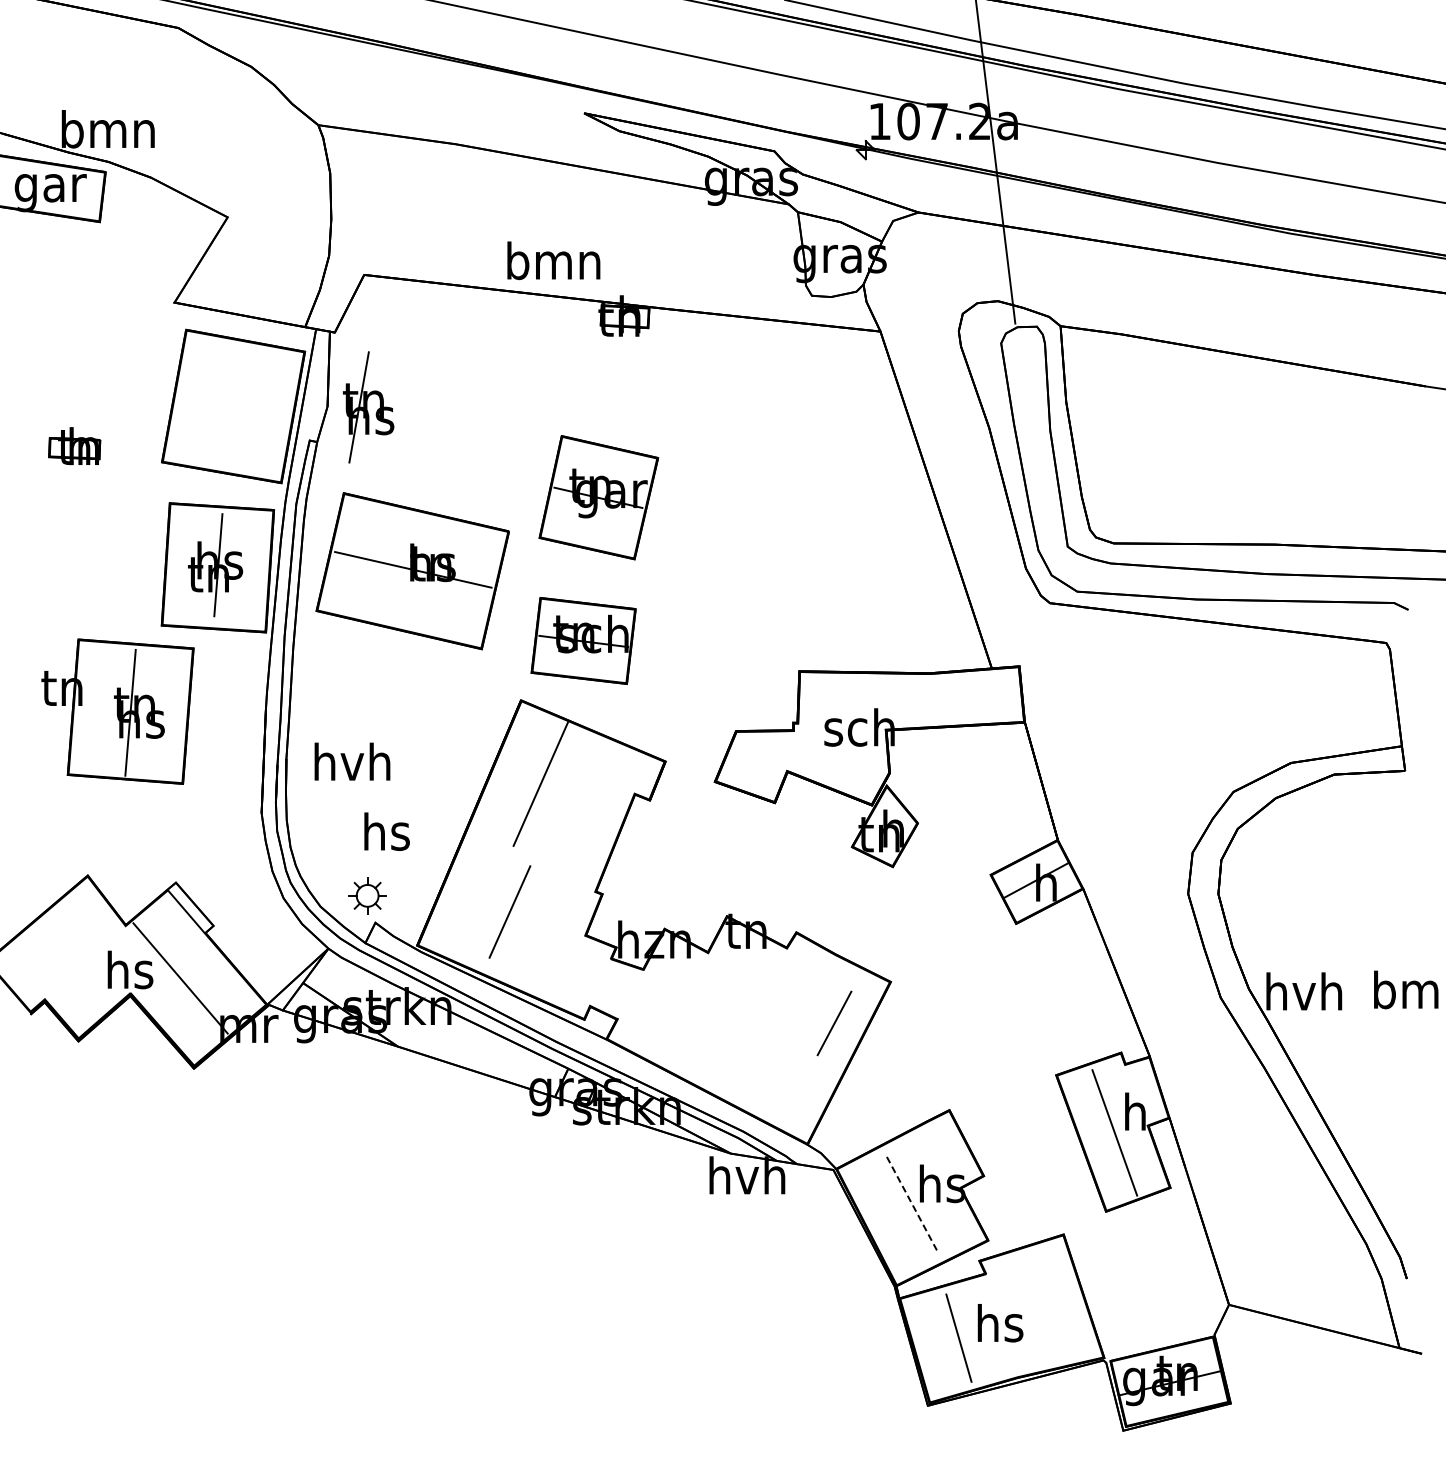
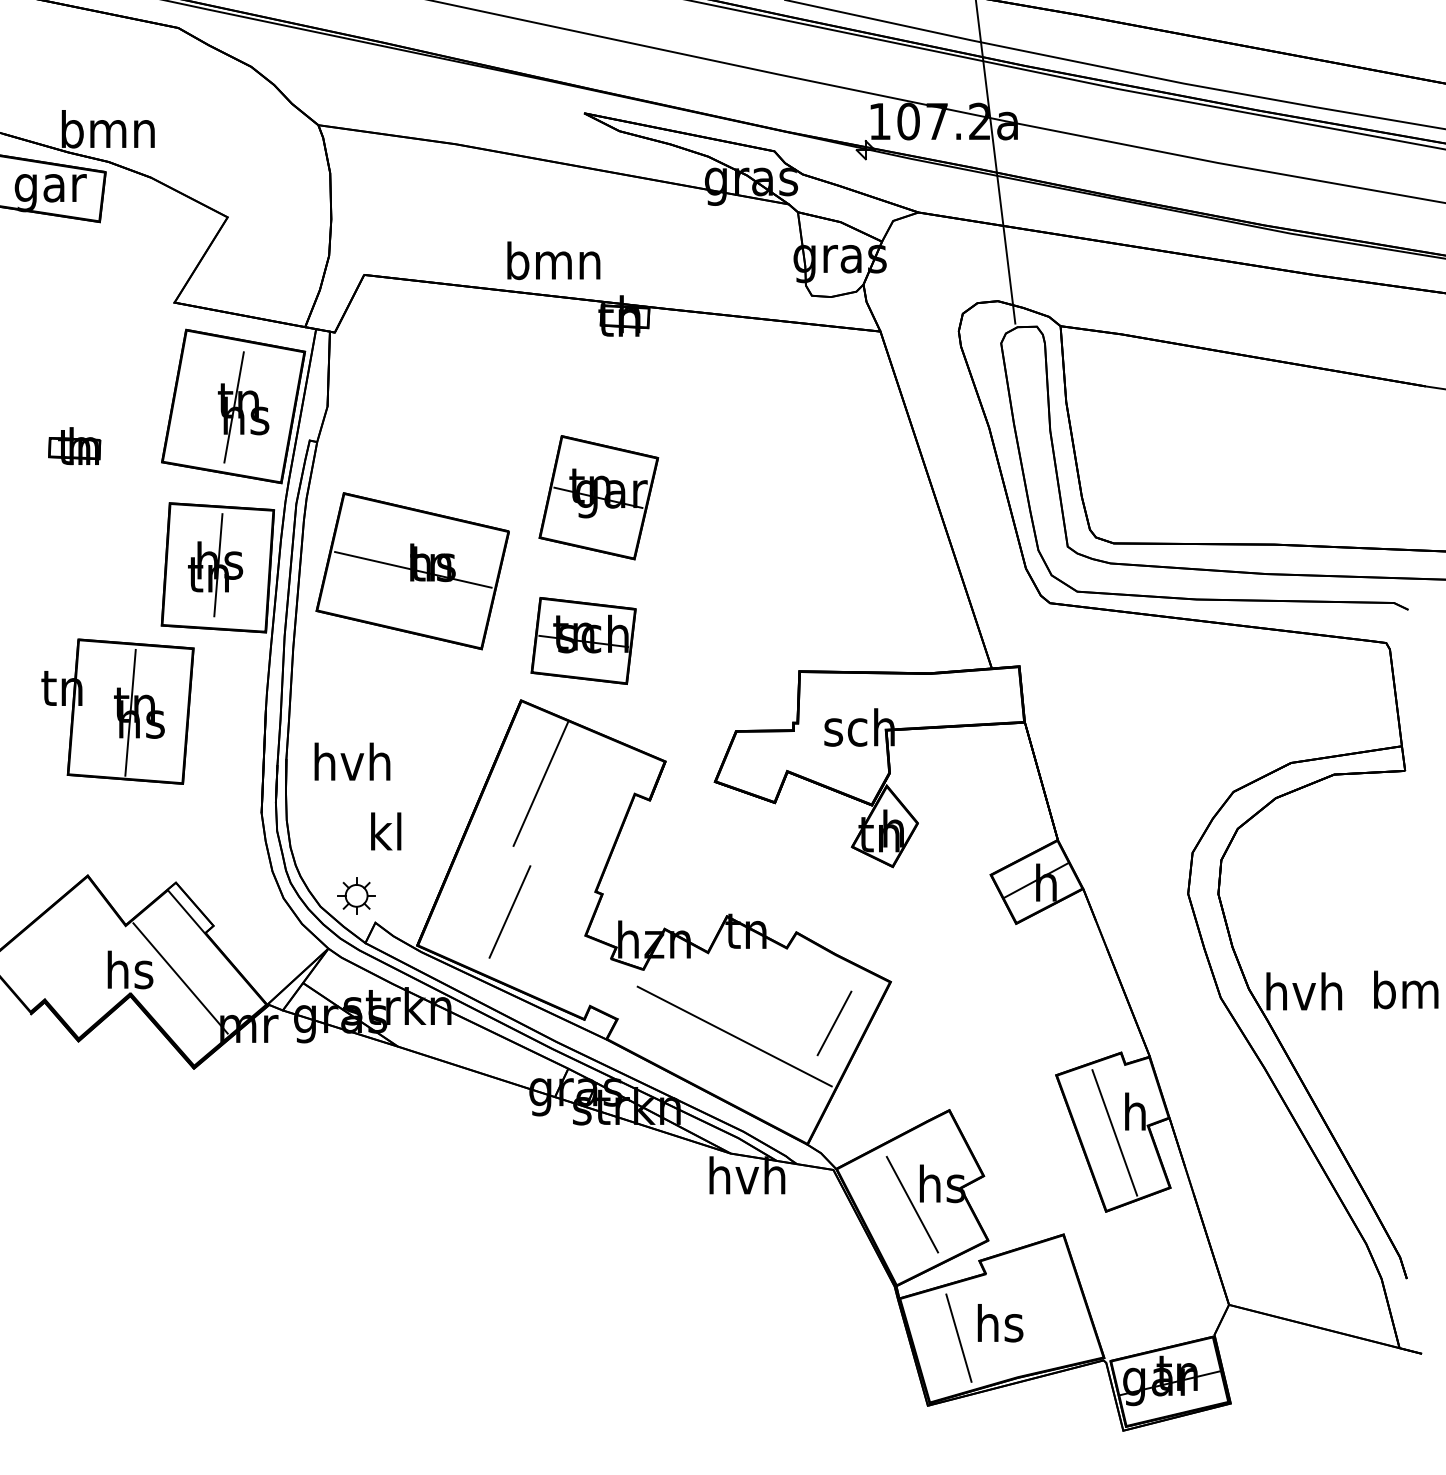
part at (368, 407) position: (368, 407) -> (243, 407)
text at (386, 831): hs -> kl
part at (367, 895) position: (367, 895) -> (356, 895)
line at (734, 1036): none -> present
line at (912, 1205): dashed -> solid
